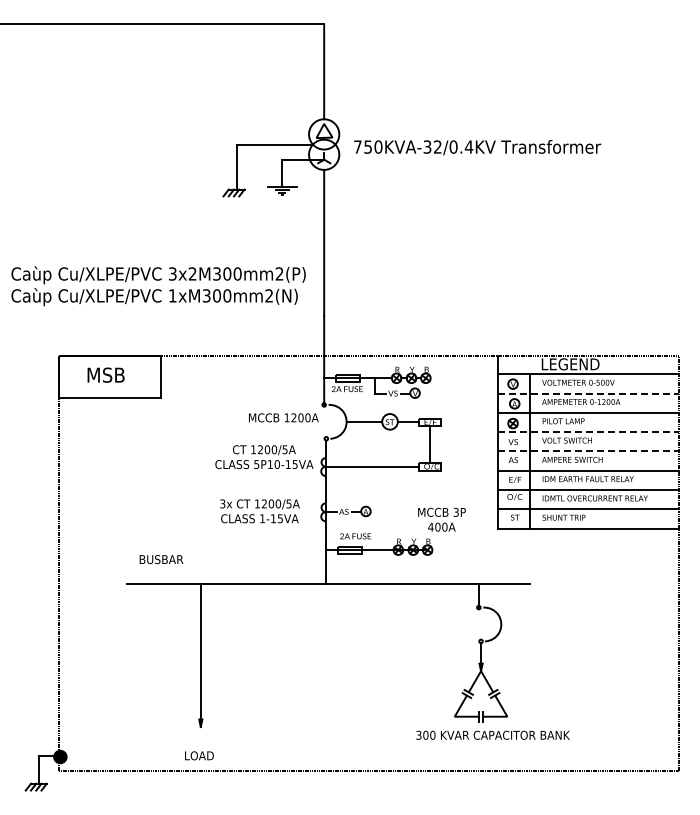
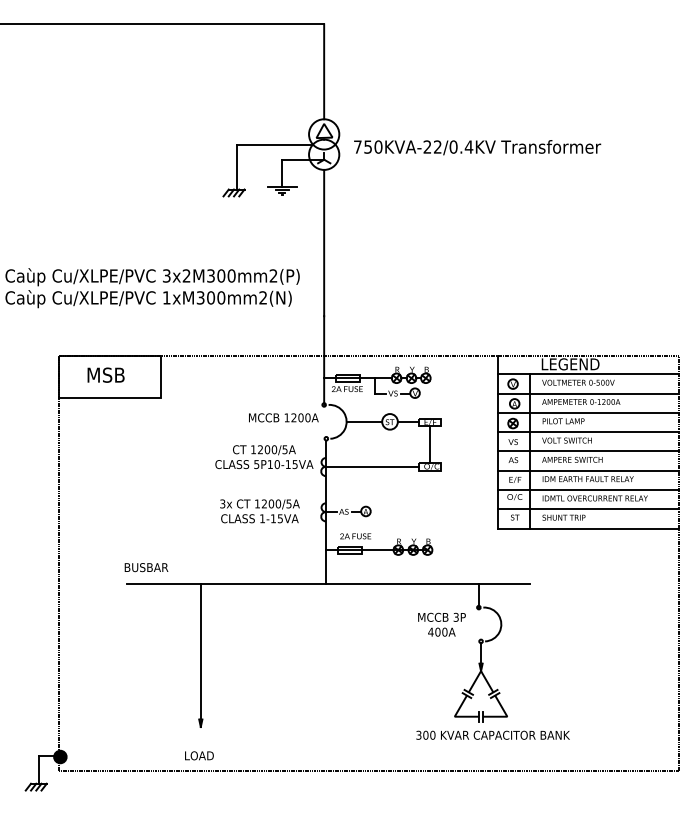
text at (427, 146): 750KVA-32/0.4KV -> 750KVA-22/0.4KV
text at (158, 286) position: (158, 286) -> (152, 288)
line at (589, 393): dashed -> solid
line at (589, 432): dashed -> solid
line at (589, 451): dashed -> solid
text at (441, 519) position: (441, 519) -> (441, 624)
text at (161, 559) position: (161, 559) -> (146, 567)
